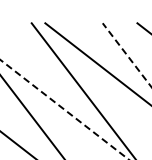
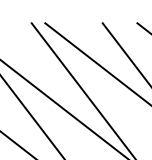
line at (126, 55): dashed -> solid
line at (64, 109): dashed -> solid
